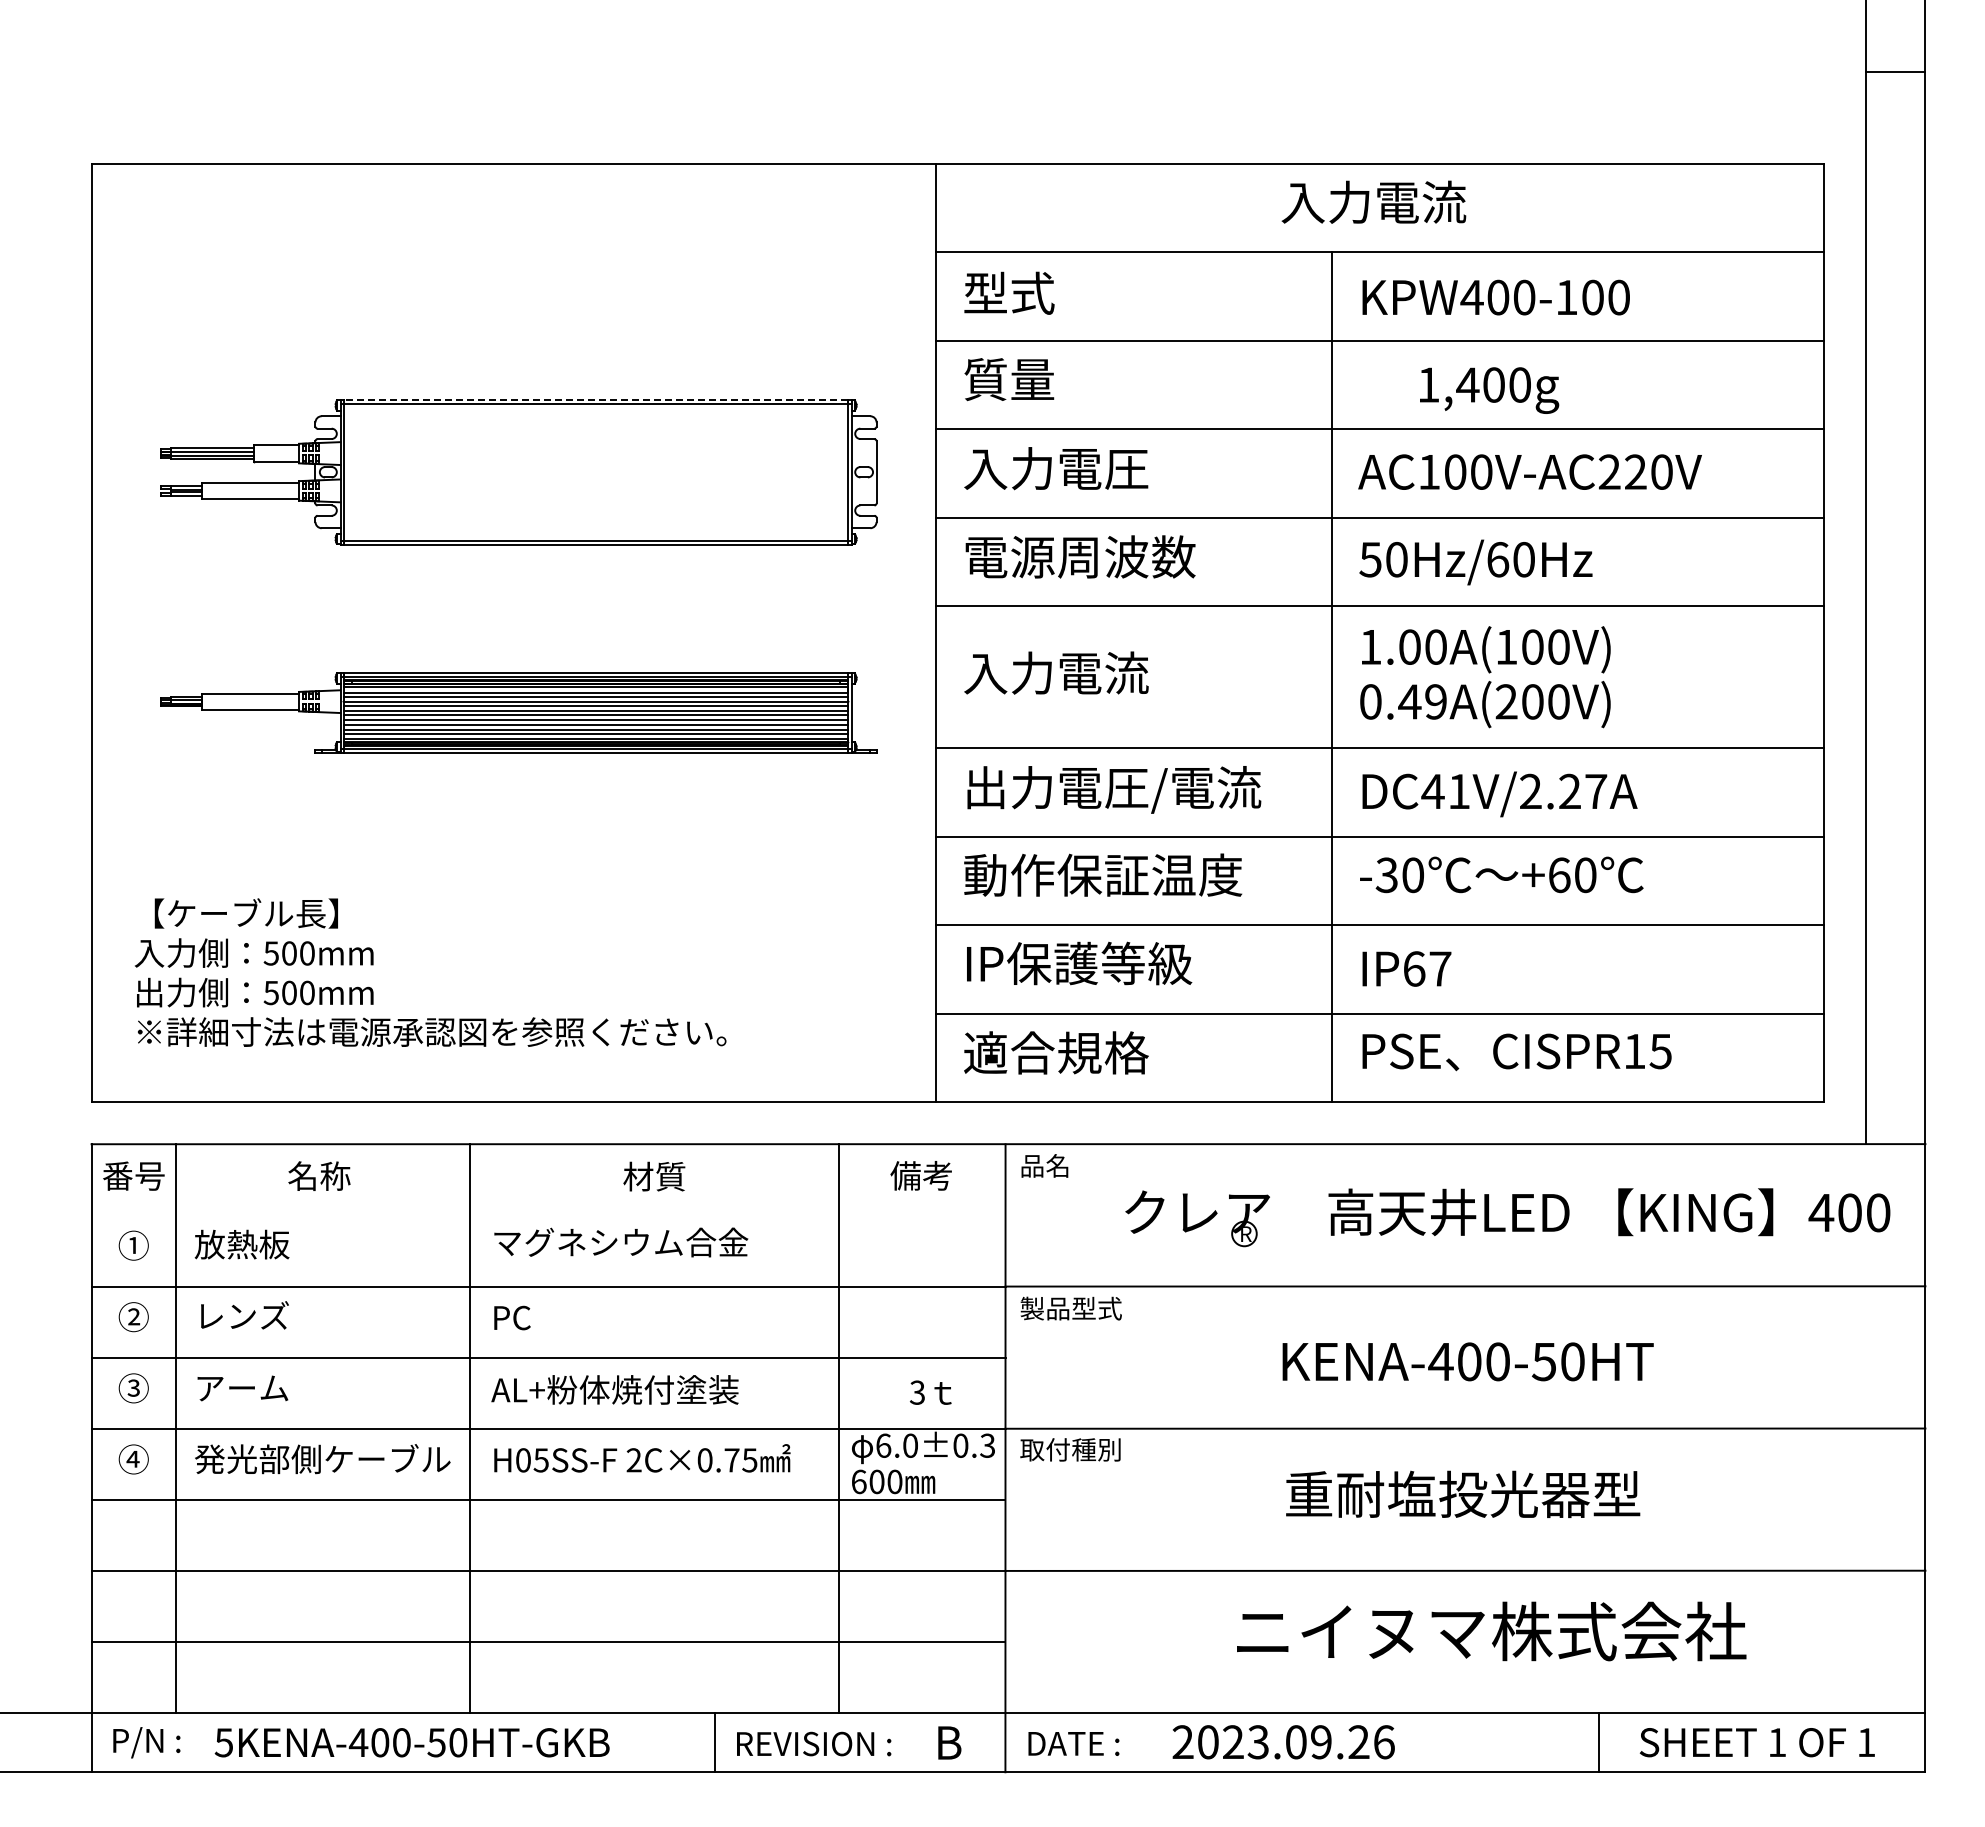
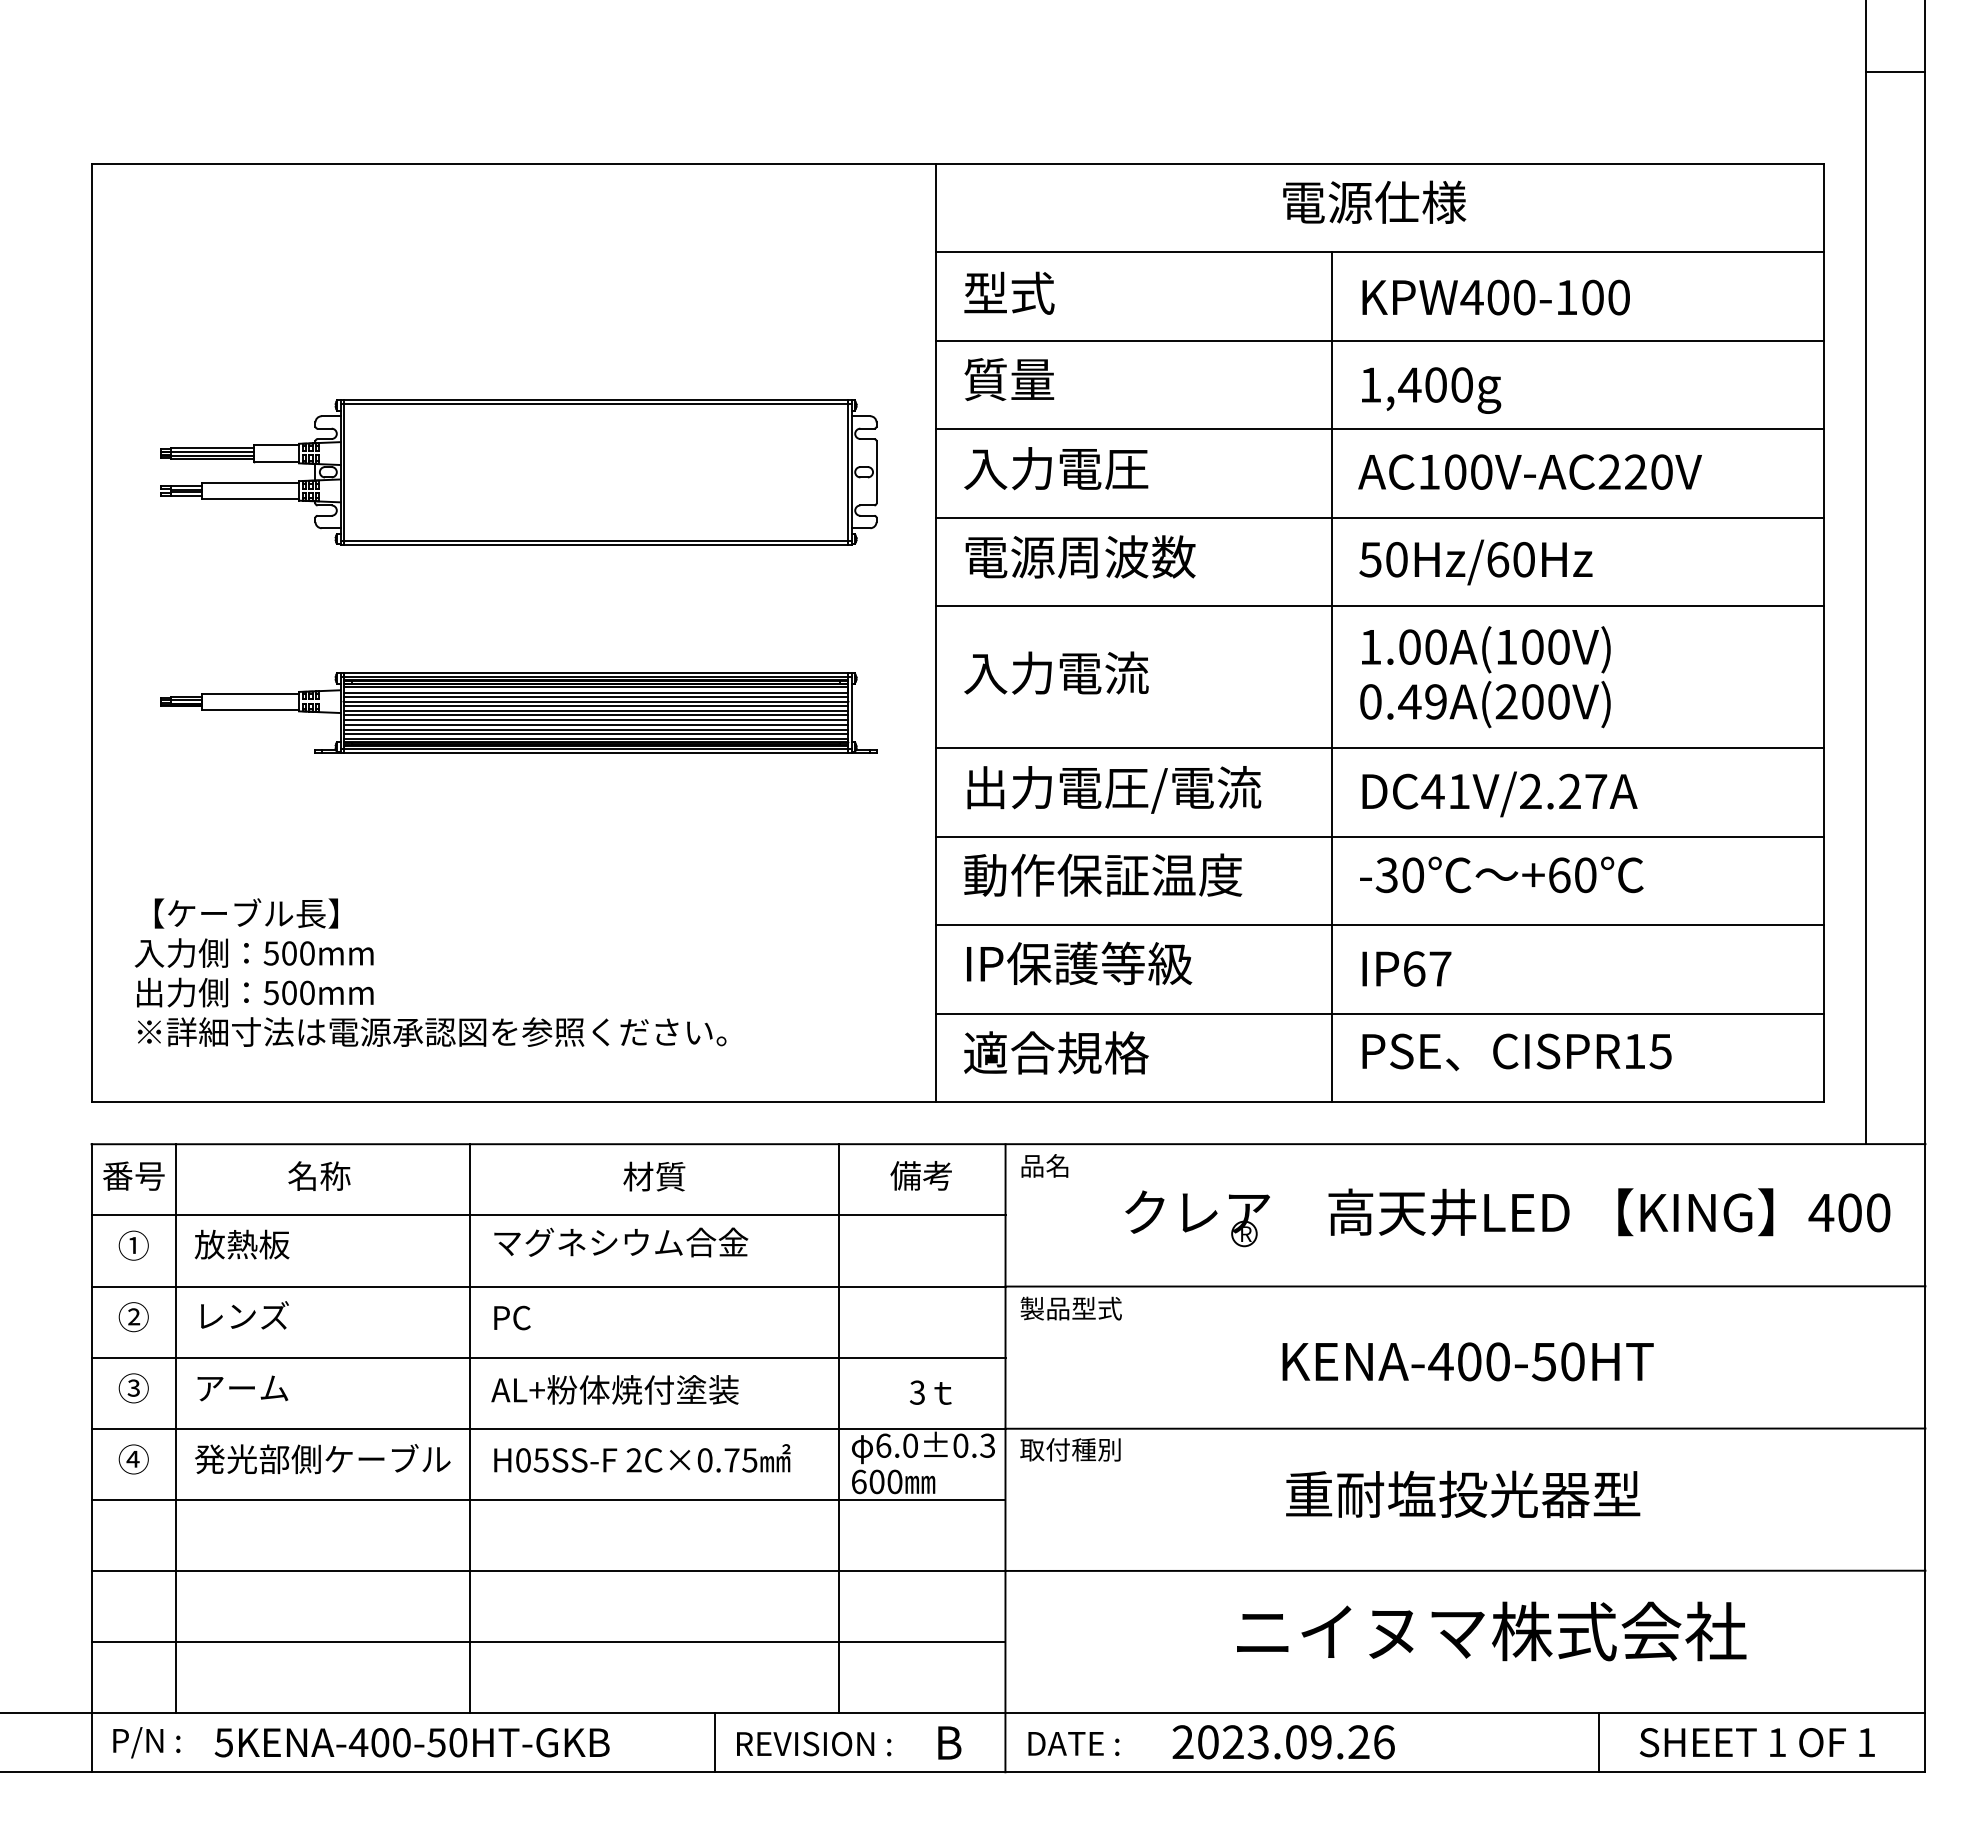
text at (1373, 201): 入力電流 -> 電源仕様
text at (1489, 390) position: (1489, 390) -> (1431, 390)
line at (595, 399): dashed -> solid
line at (548, 1215): none -> present
